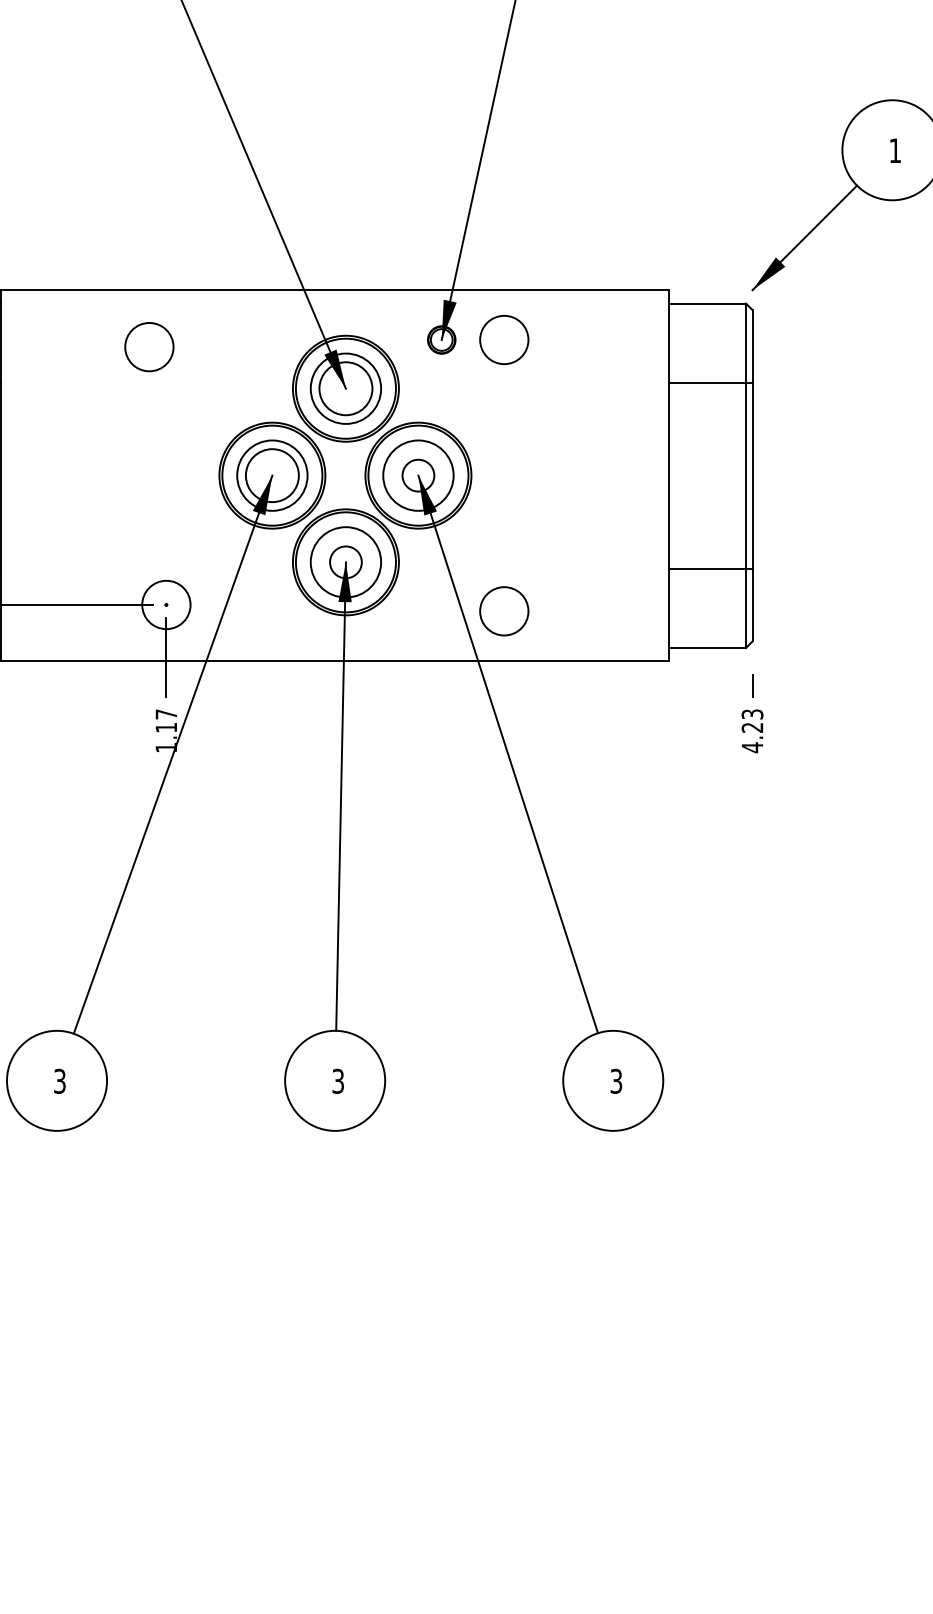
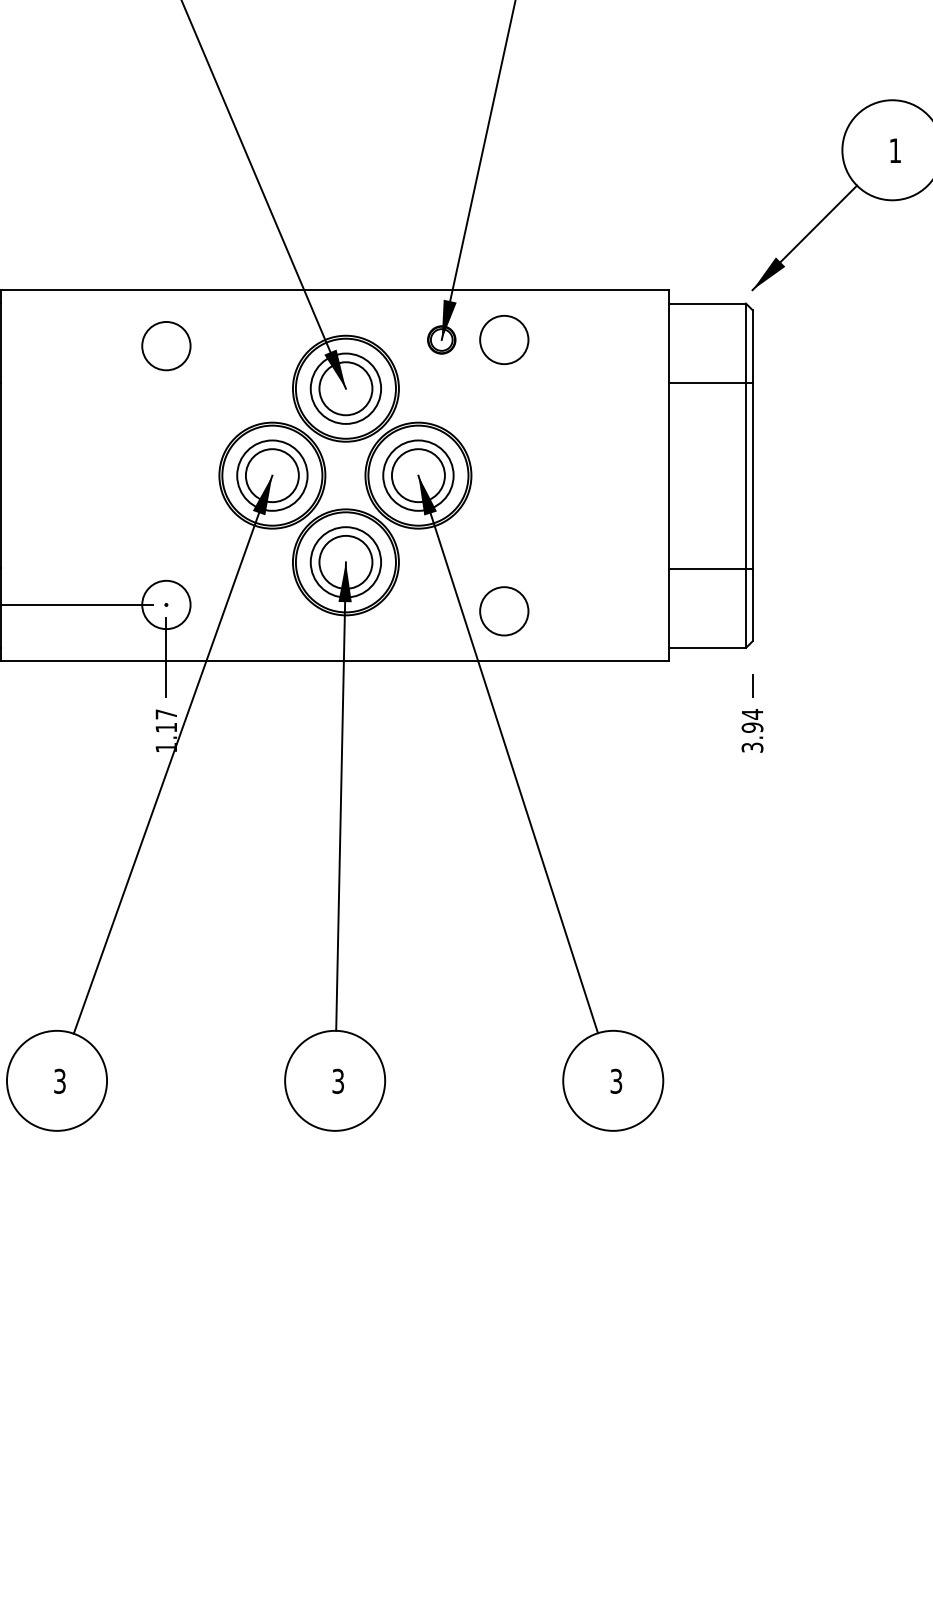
circle at (149, 347) position: (149, 347) -> (166, 346)
circle at (418, 475) diameter: 32 px -> 53 px
circle at (345, 562) diameter: 32 px -> 53 px
text at (752, 731): 4.23 -> 3.94
